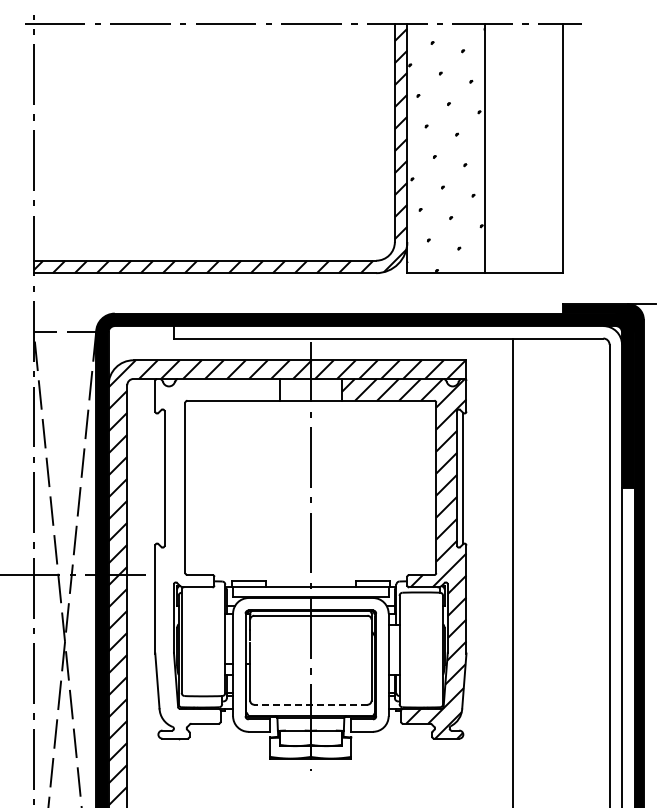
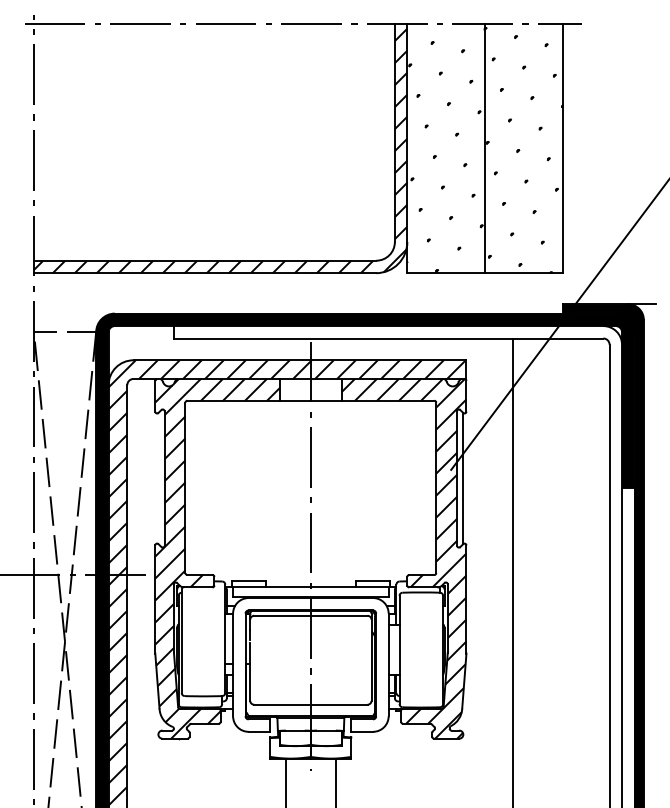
hatch at (523, 150): none -> present
line at (558, 325): none -> present
hatch at (217, 558): none -> present
line at (310, 704): dashed -> solid
line at (285, 781): none -> present
line at (335, 781): none -> present
